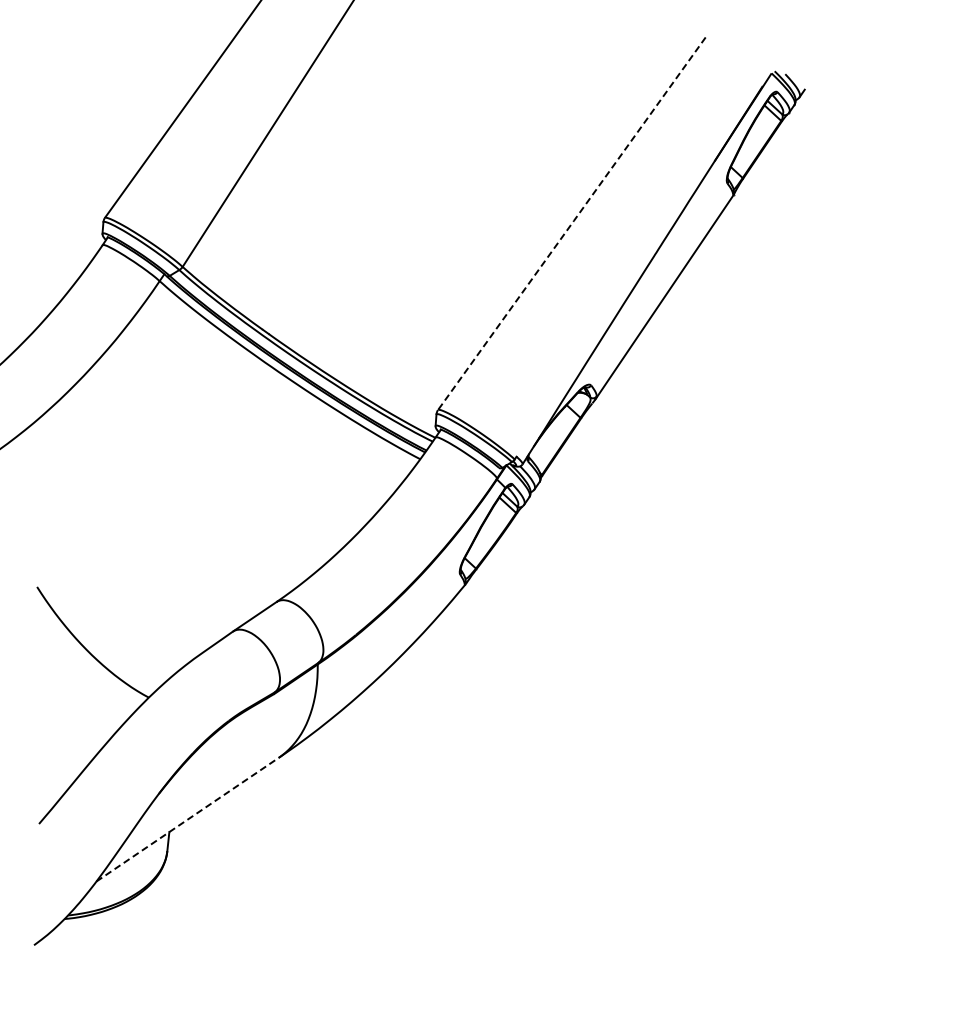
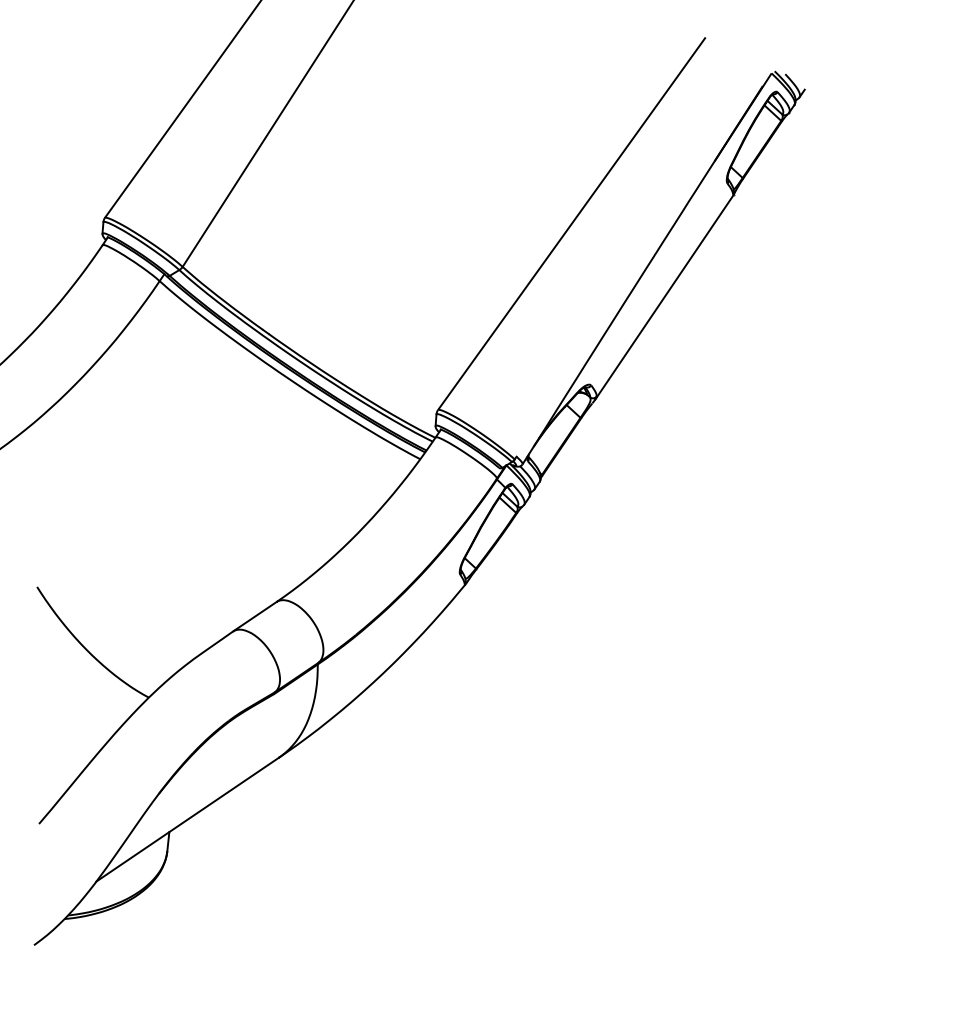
line at (572, 223): dashed -> solid
line at (187, 819): dashed -> solid
